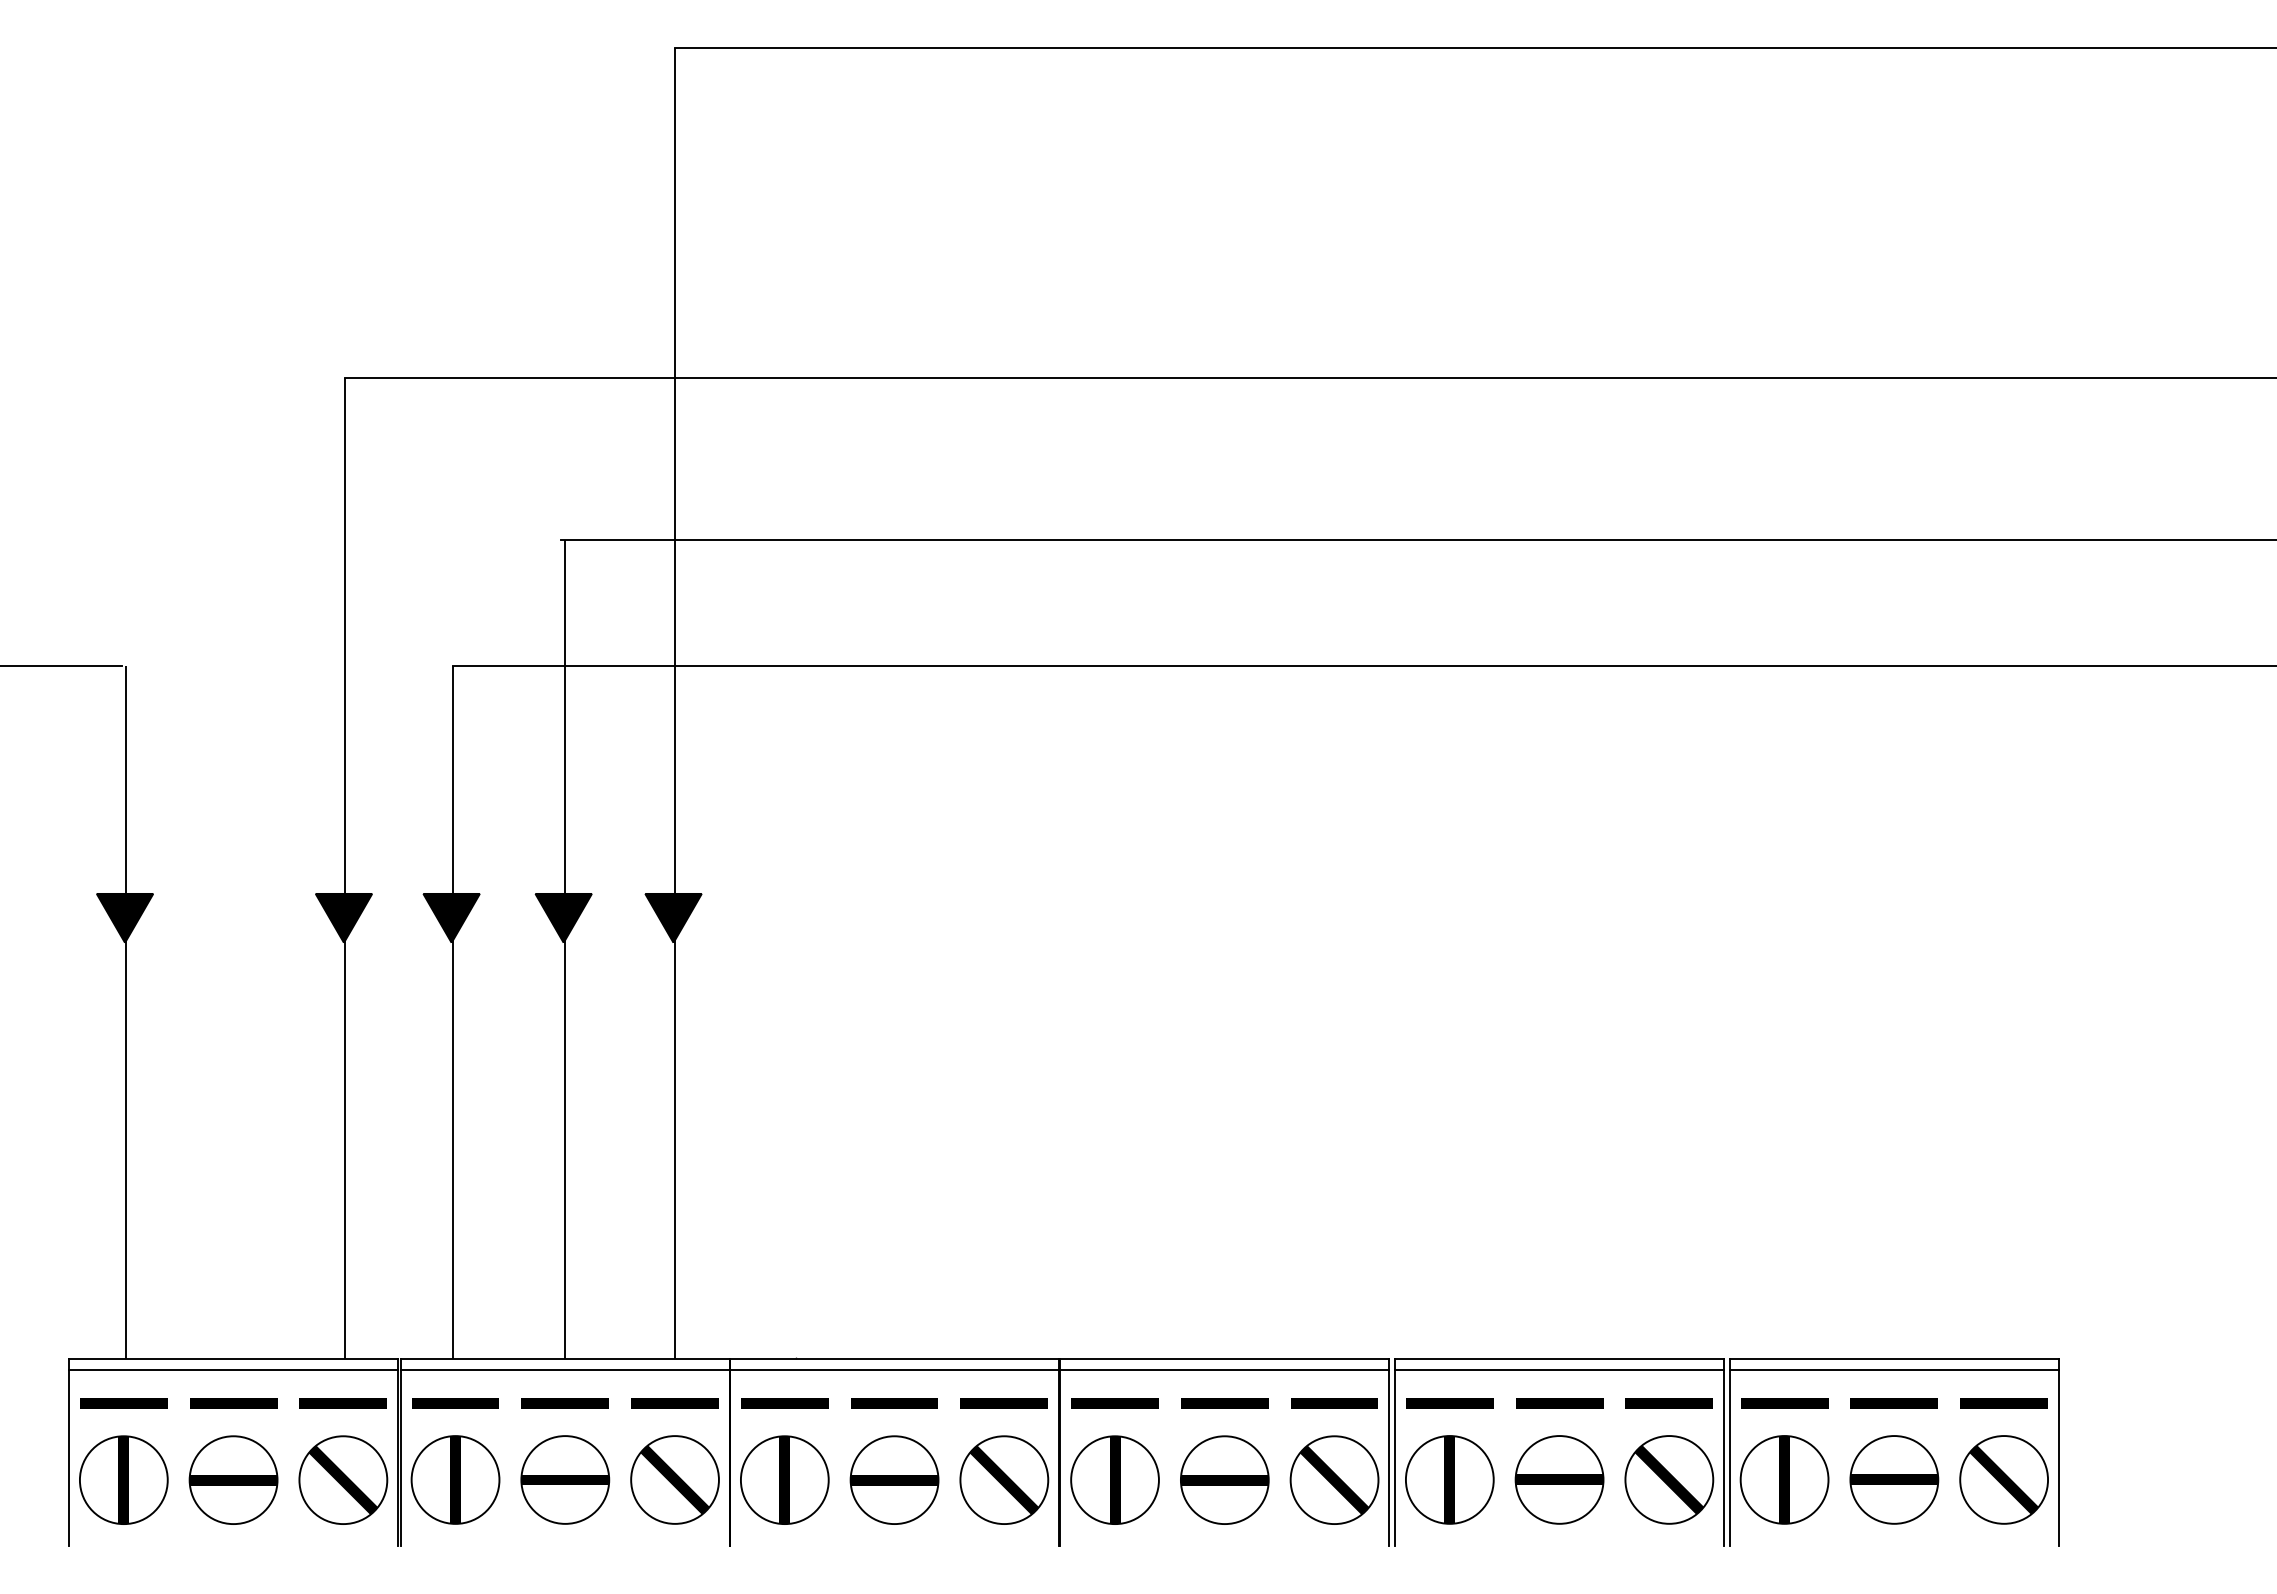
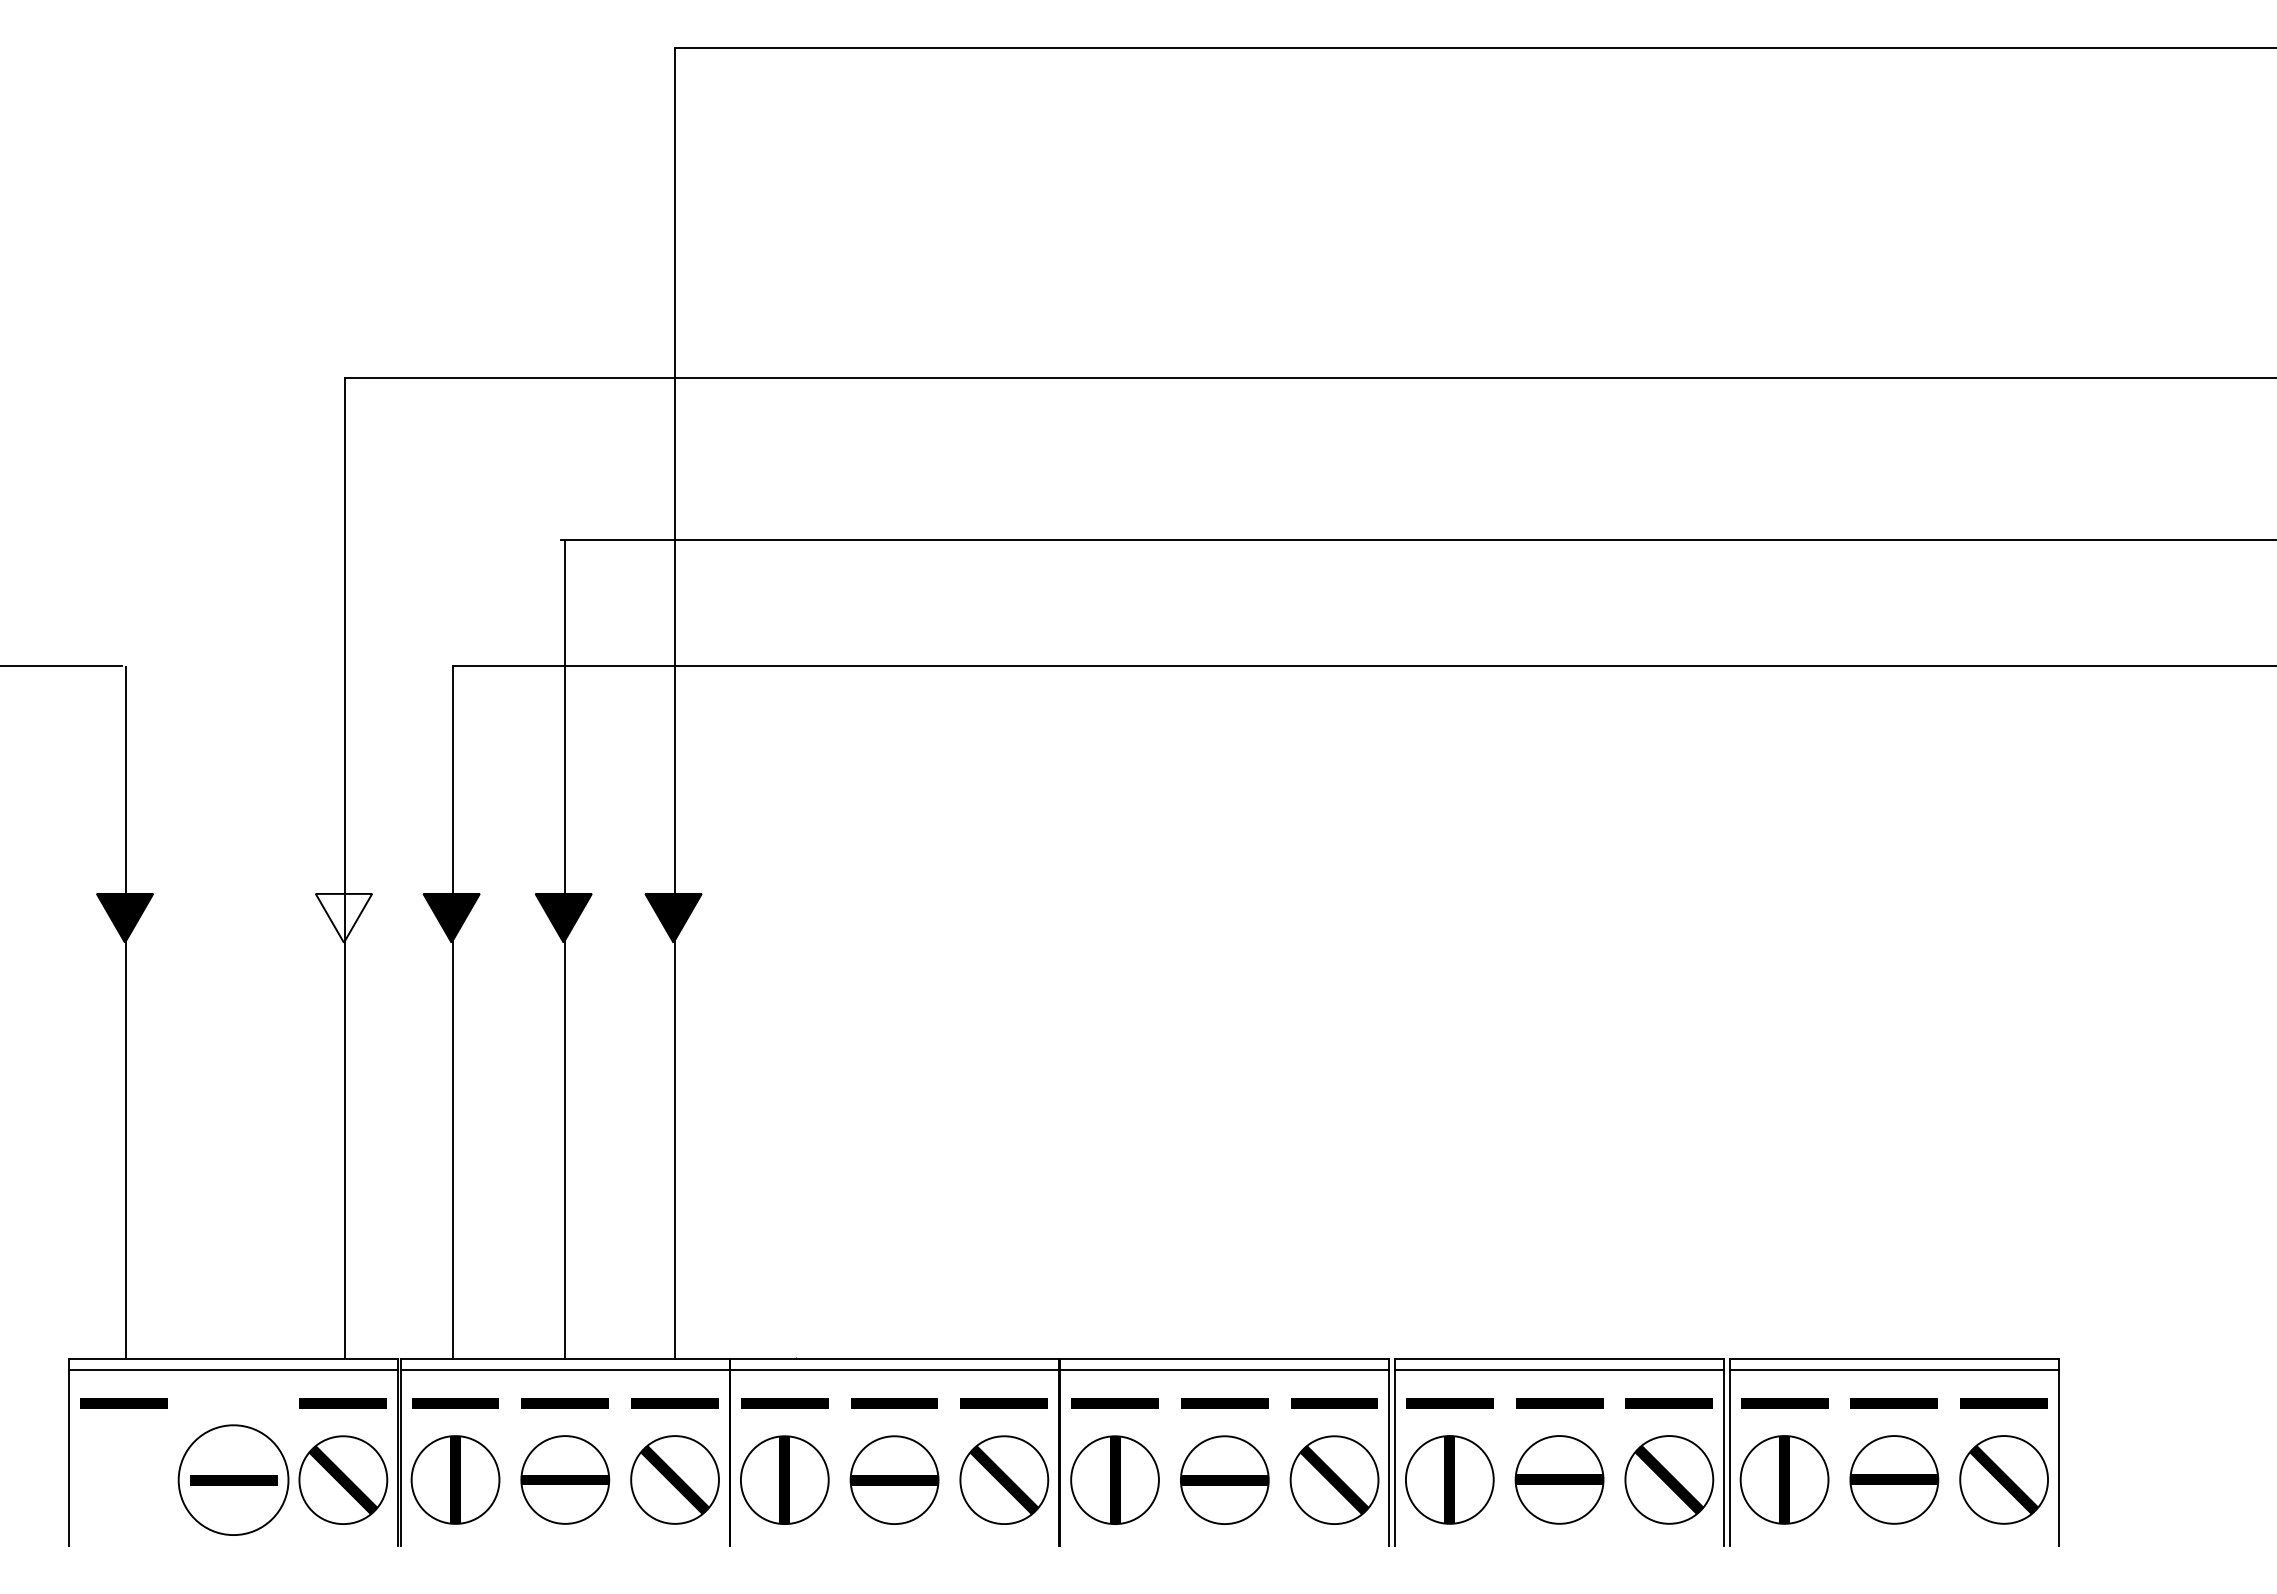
fill at (343, 917): present -> none
line at (233, 1403): present -> none
part at (123, 1479): present -> none
circle at (233, 1480) diameter: 88 px -> 110 px
